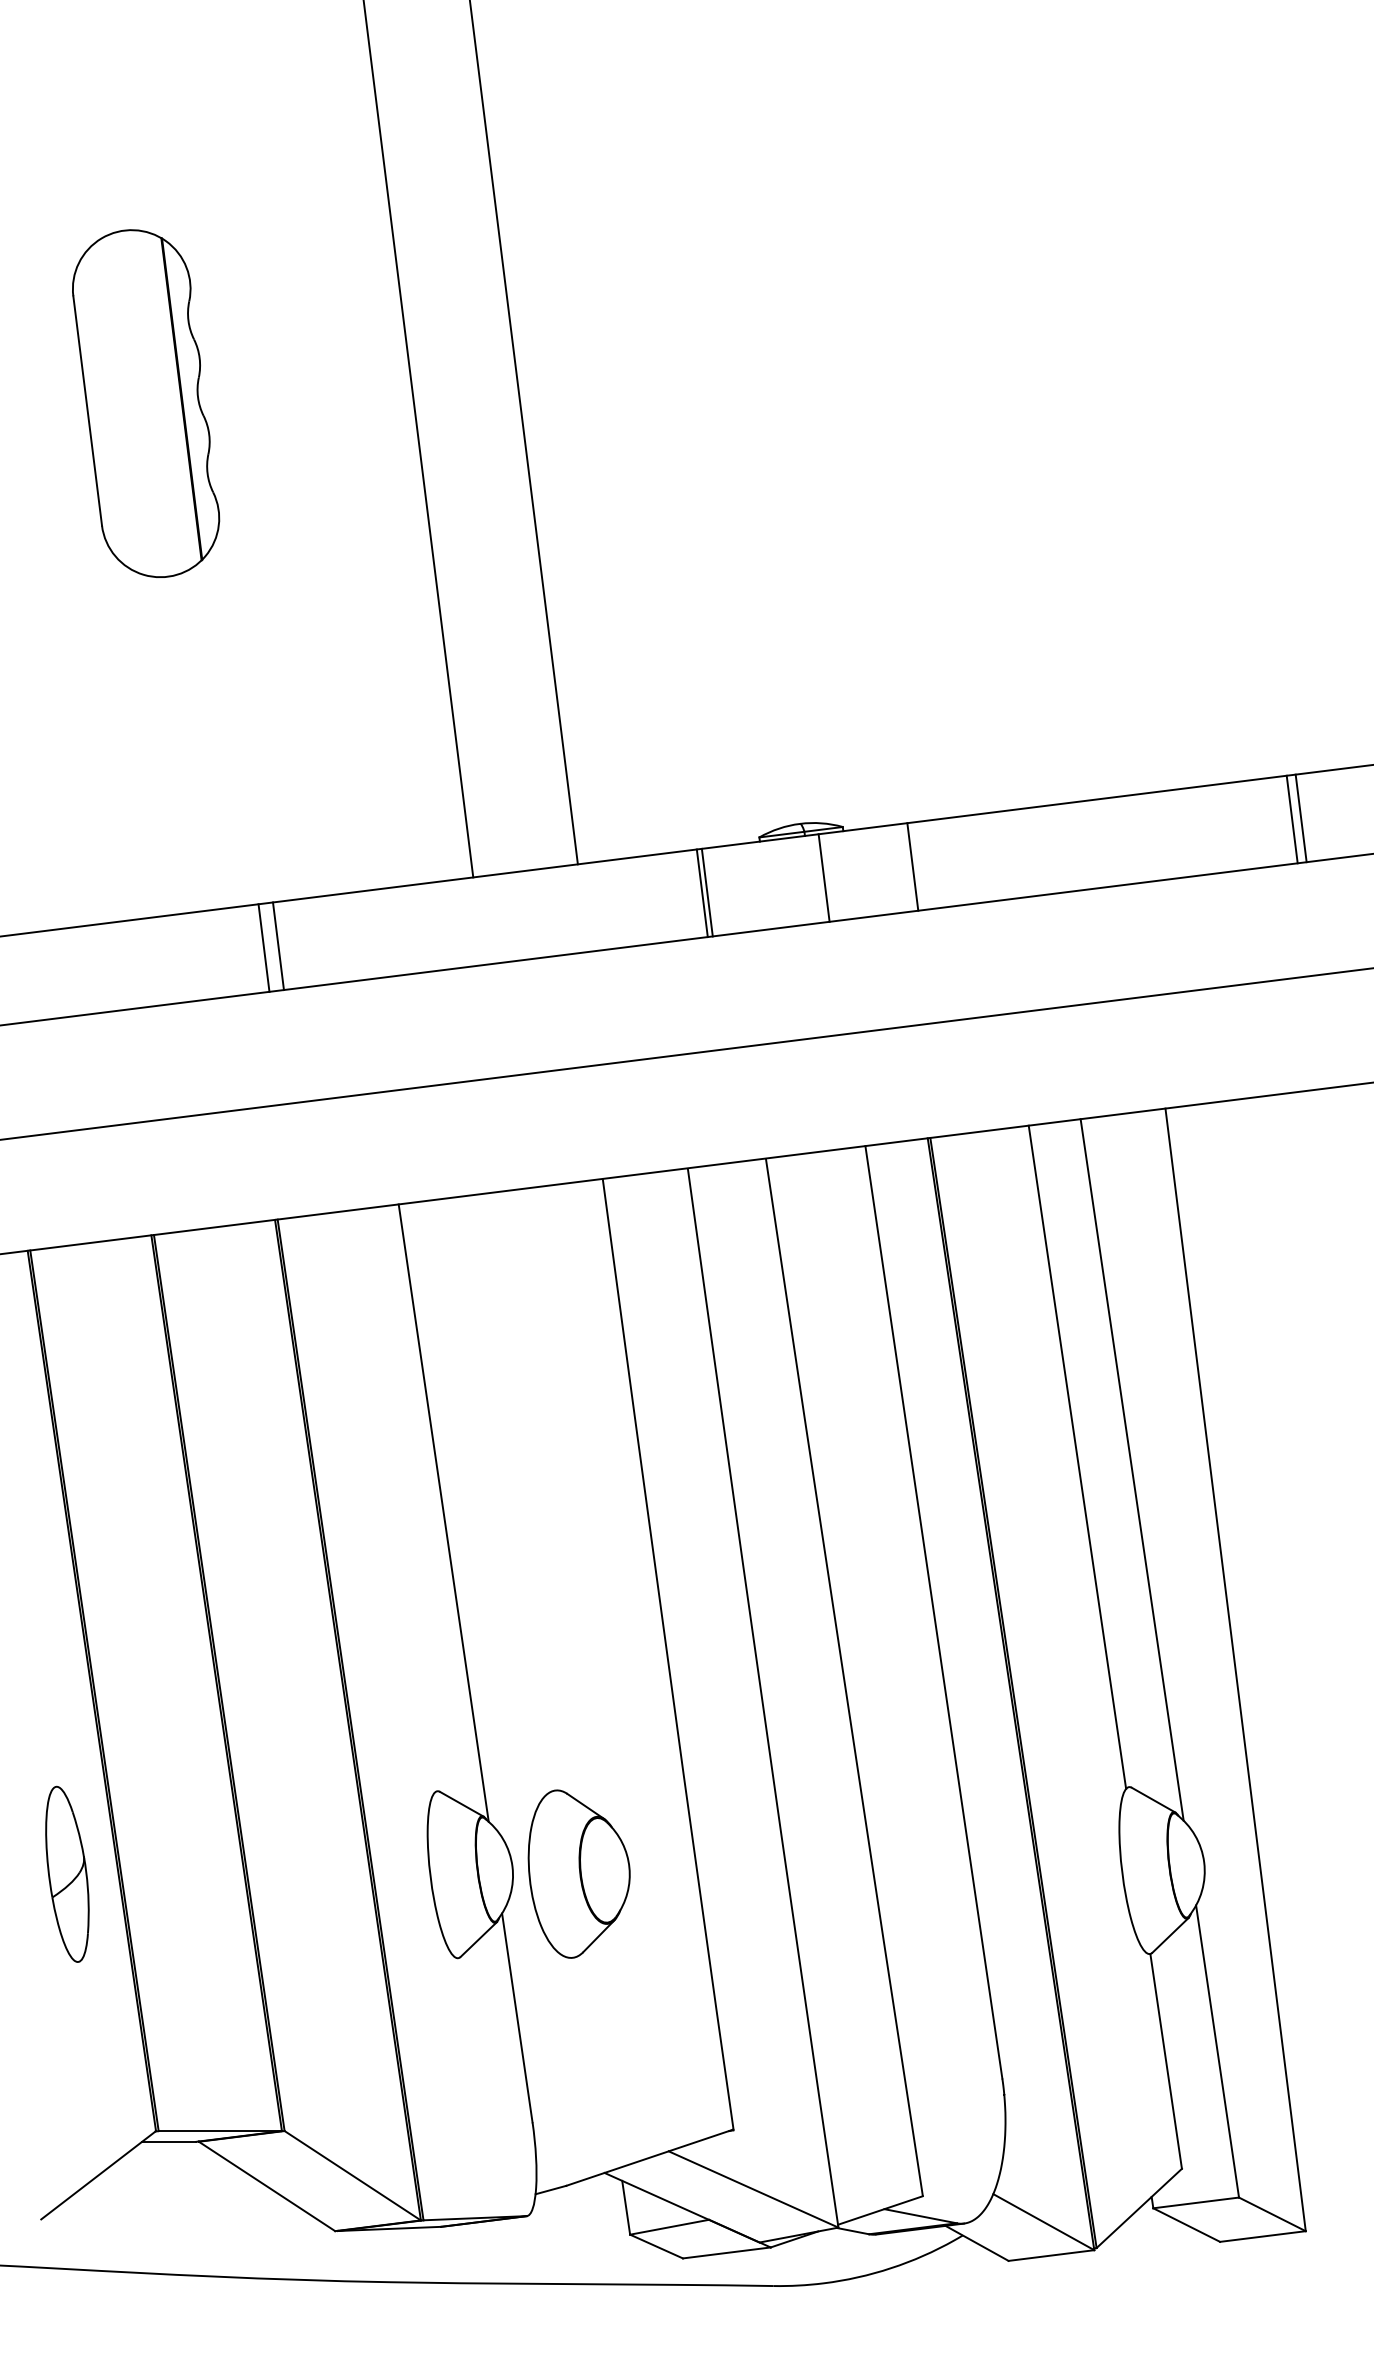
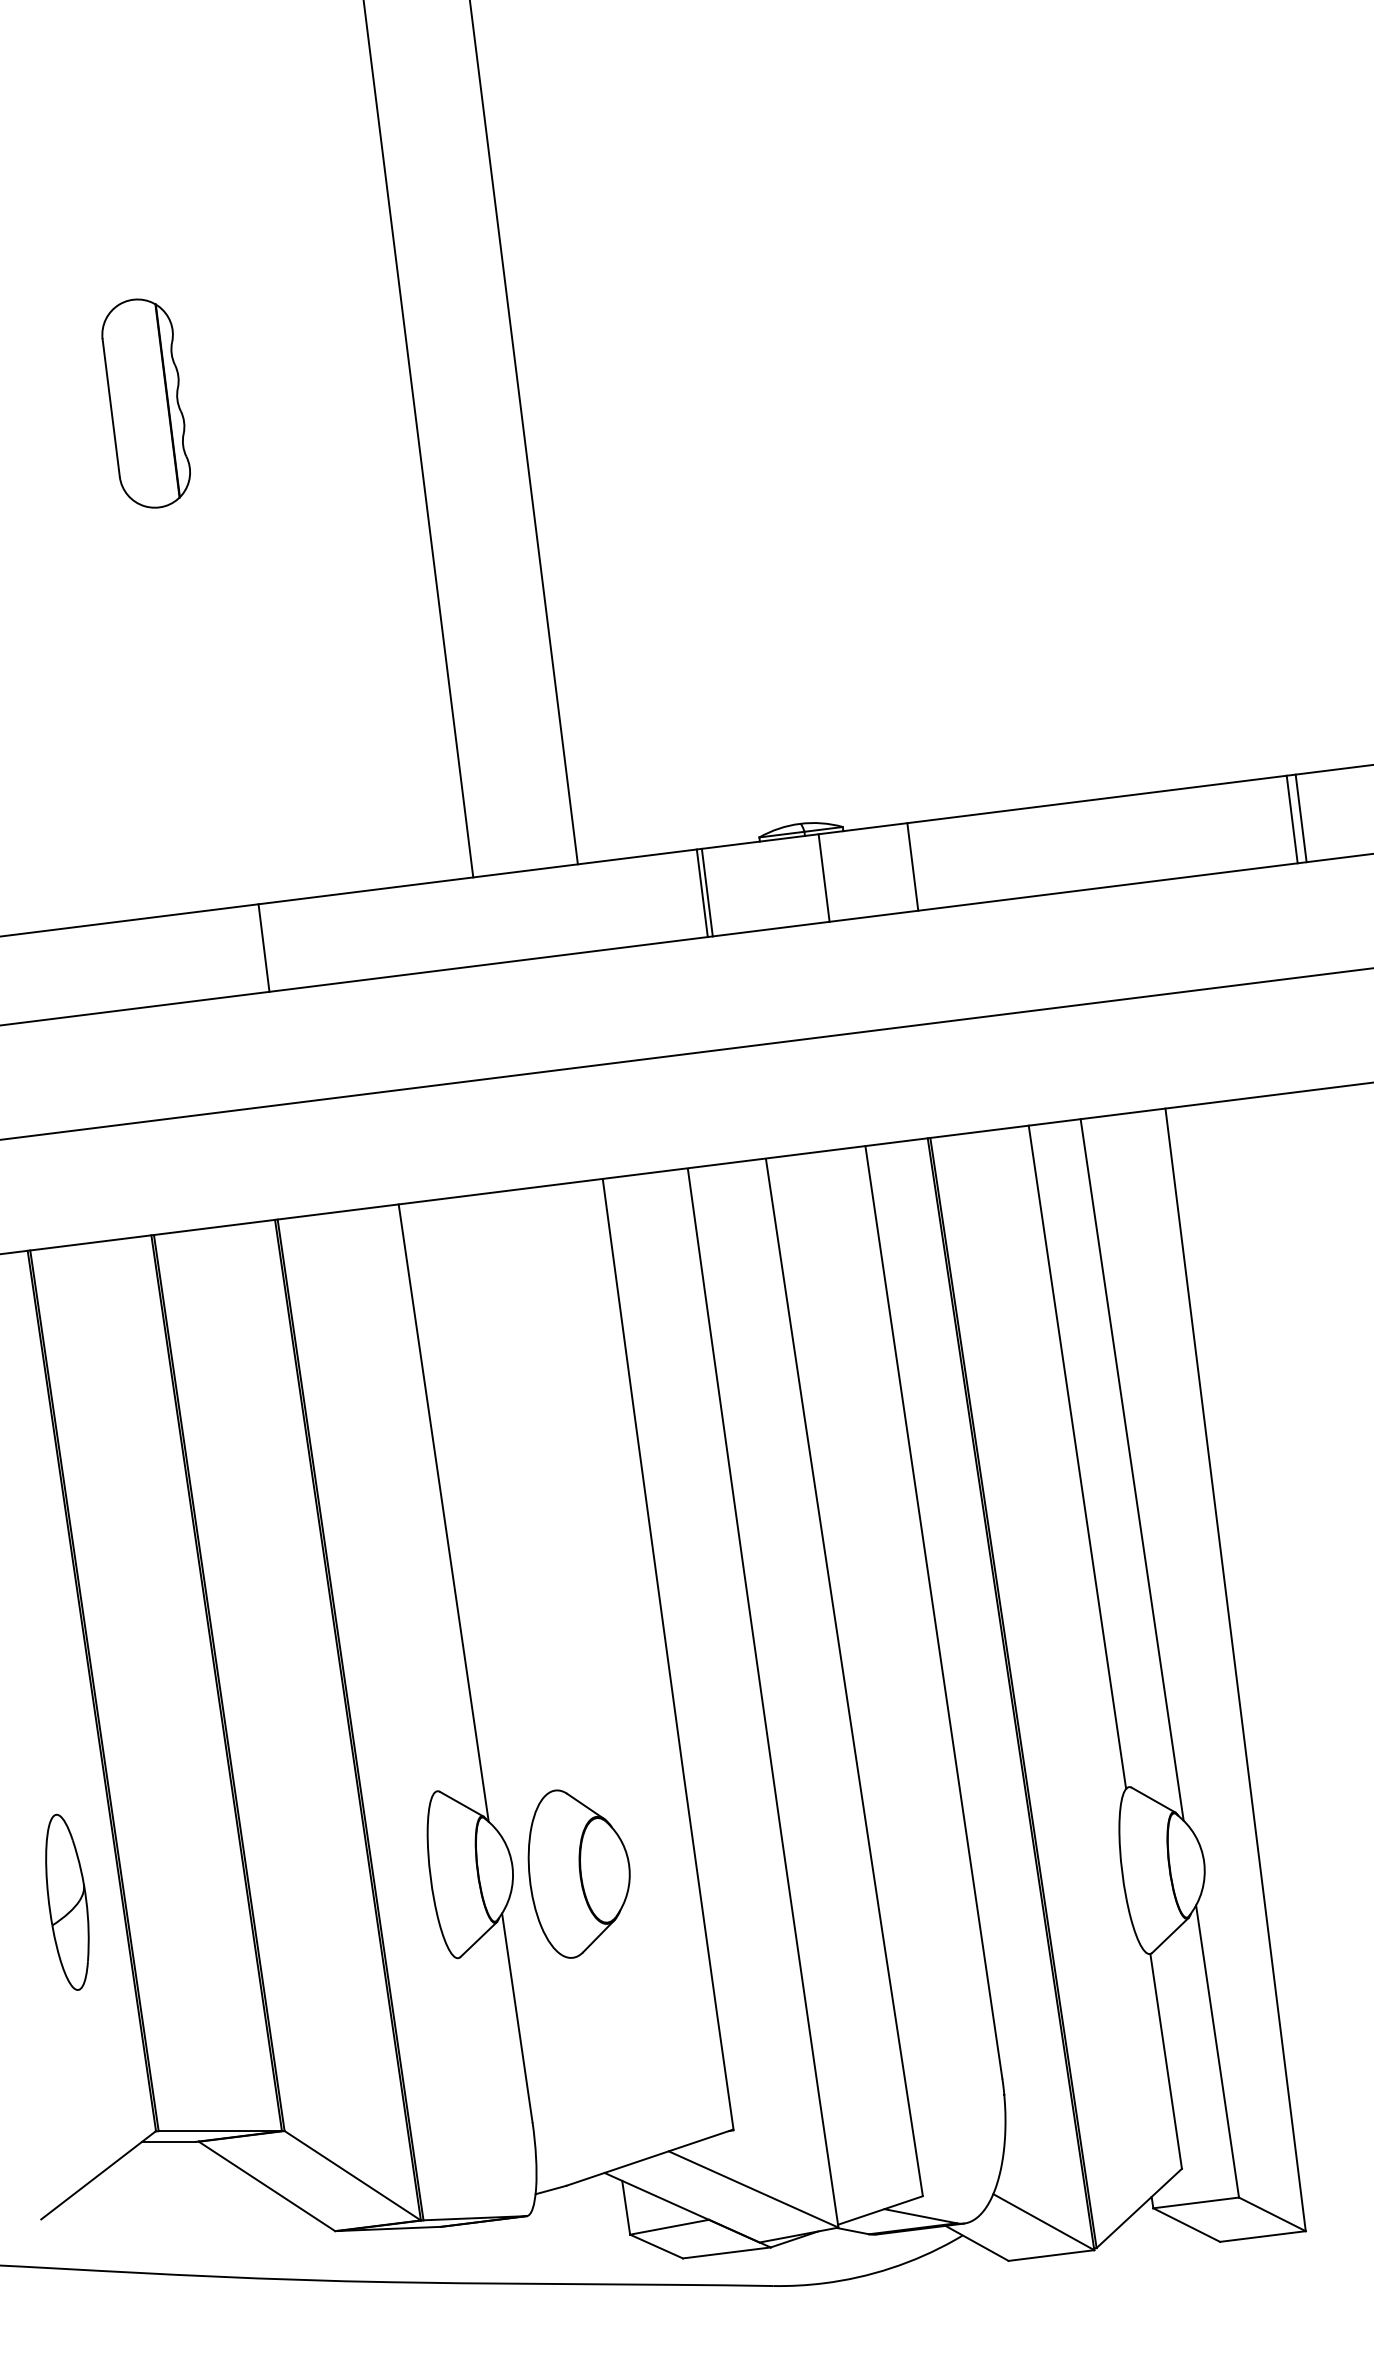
part at (146, 403) size: 149x349 px -> 90x211 px
line at (278, 946): present -> none
part at (67, 1873) position: (67, 1873) -> (67, 1901)
